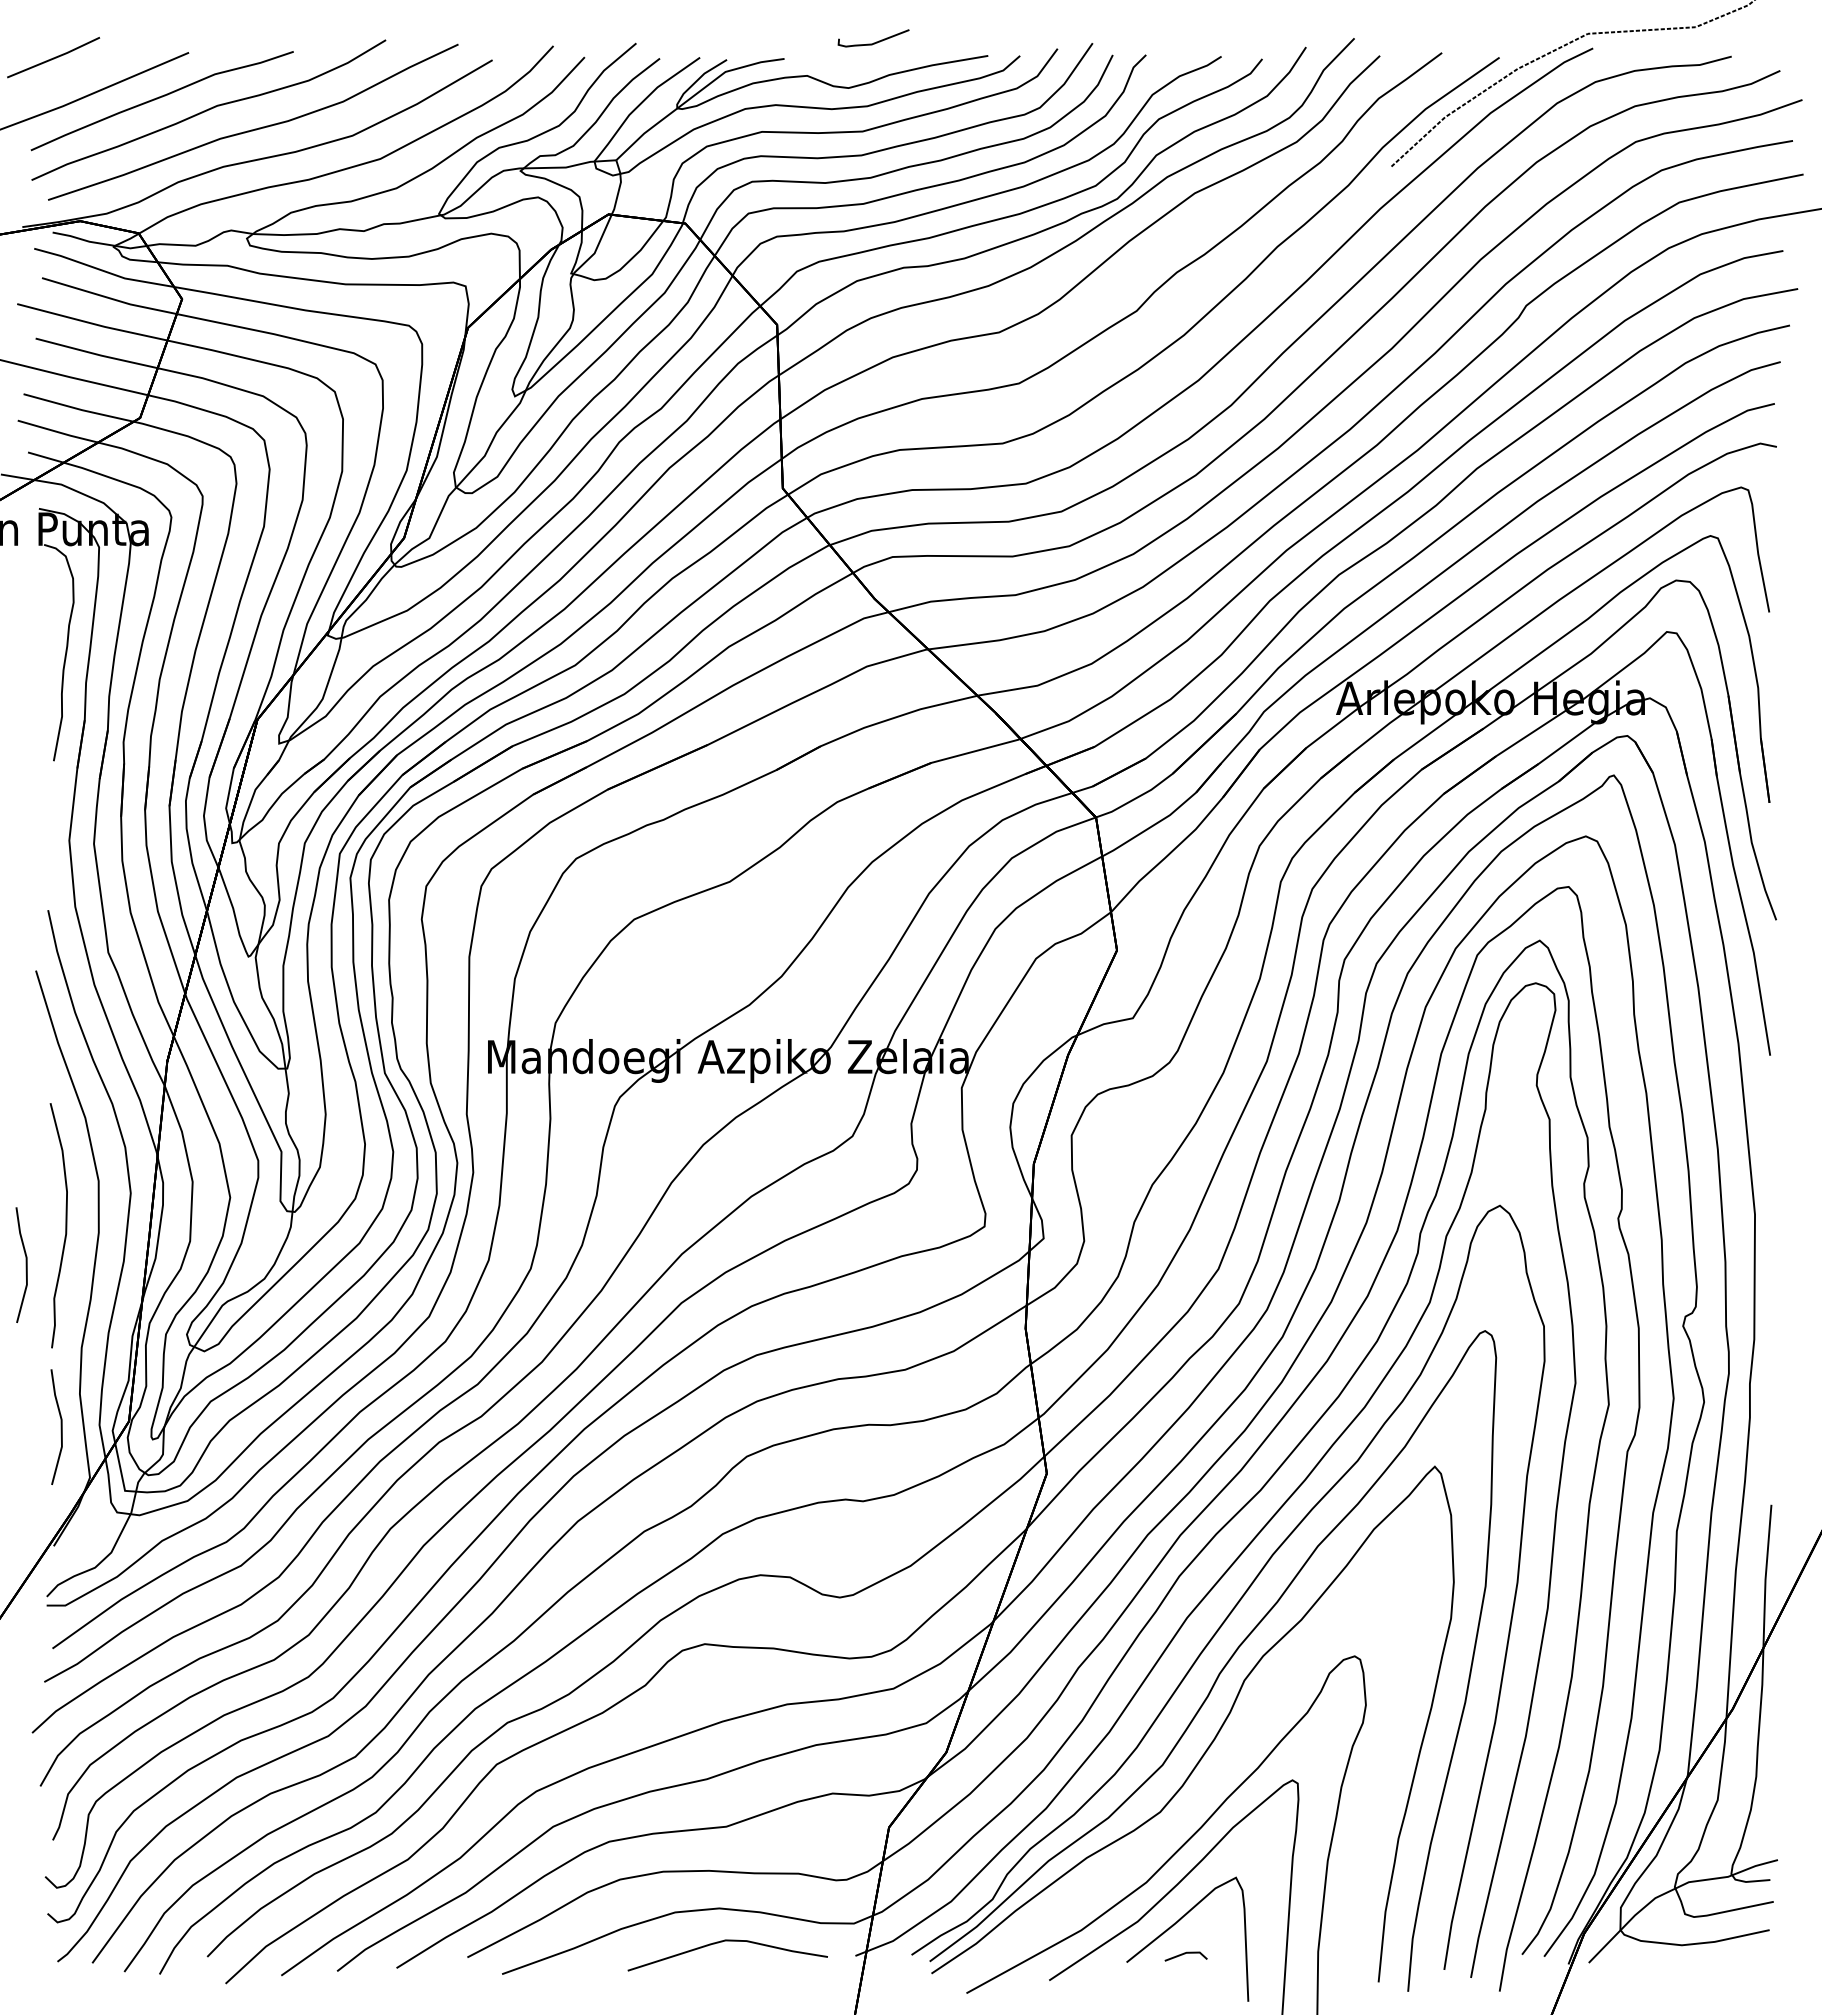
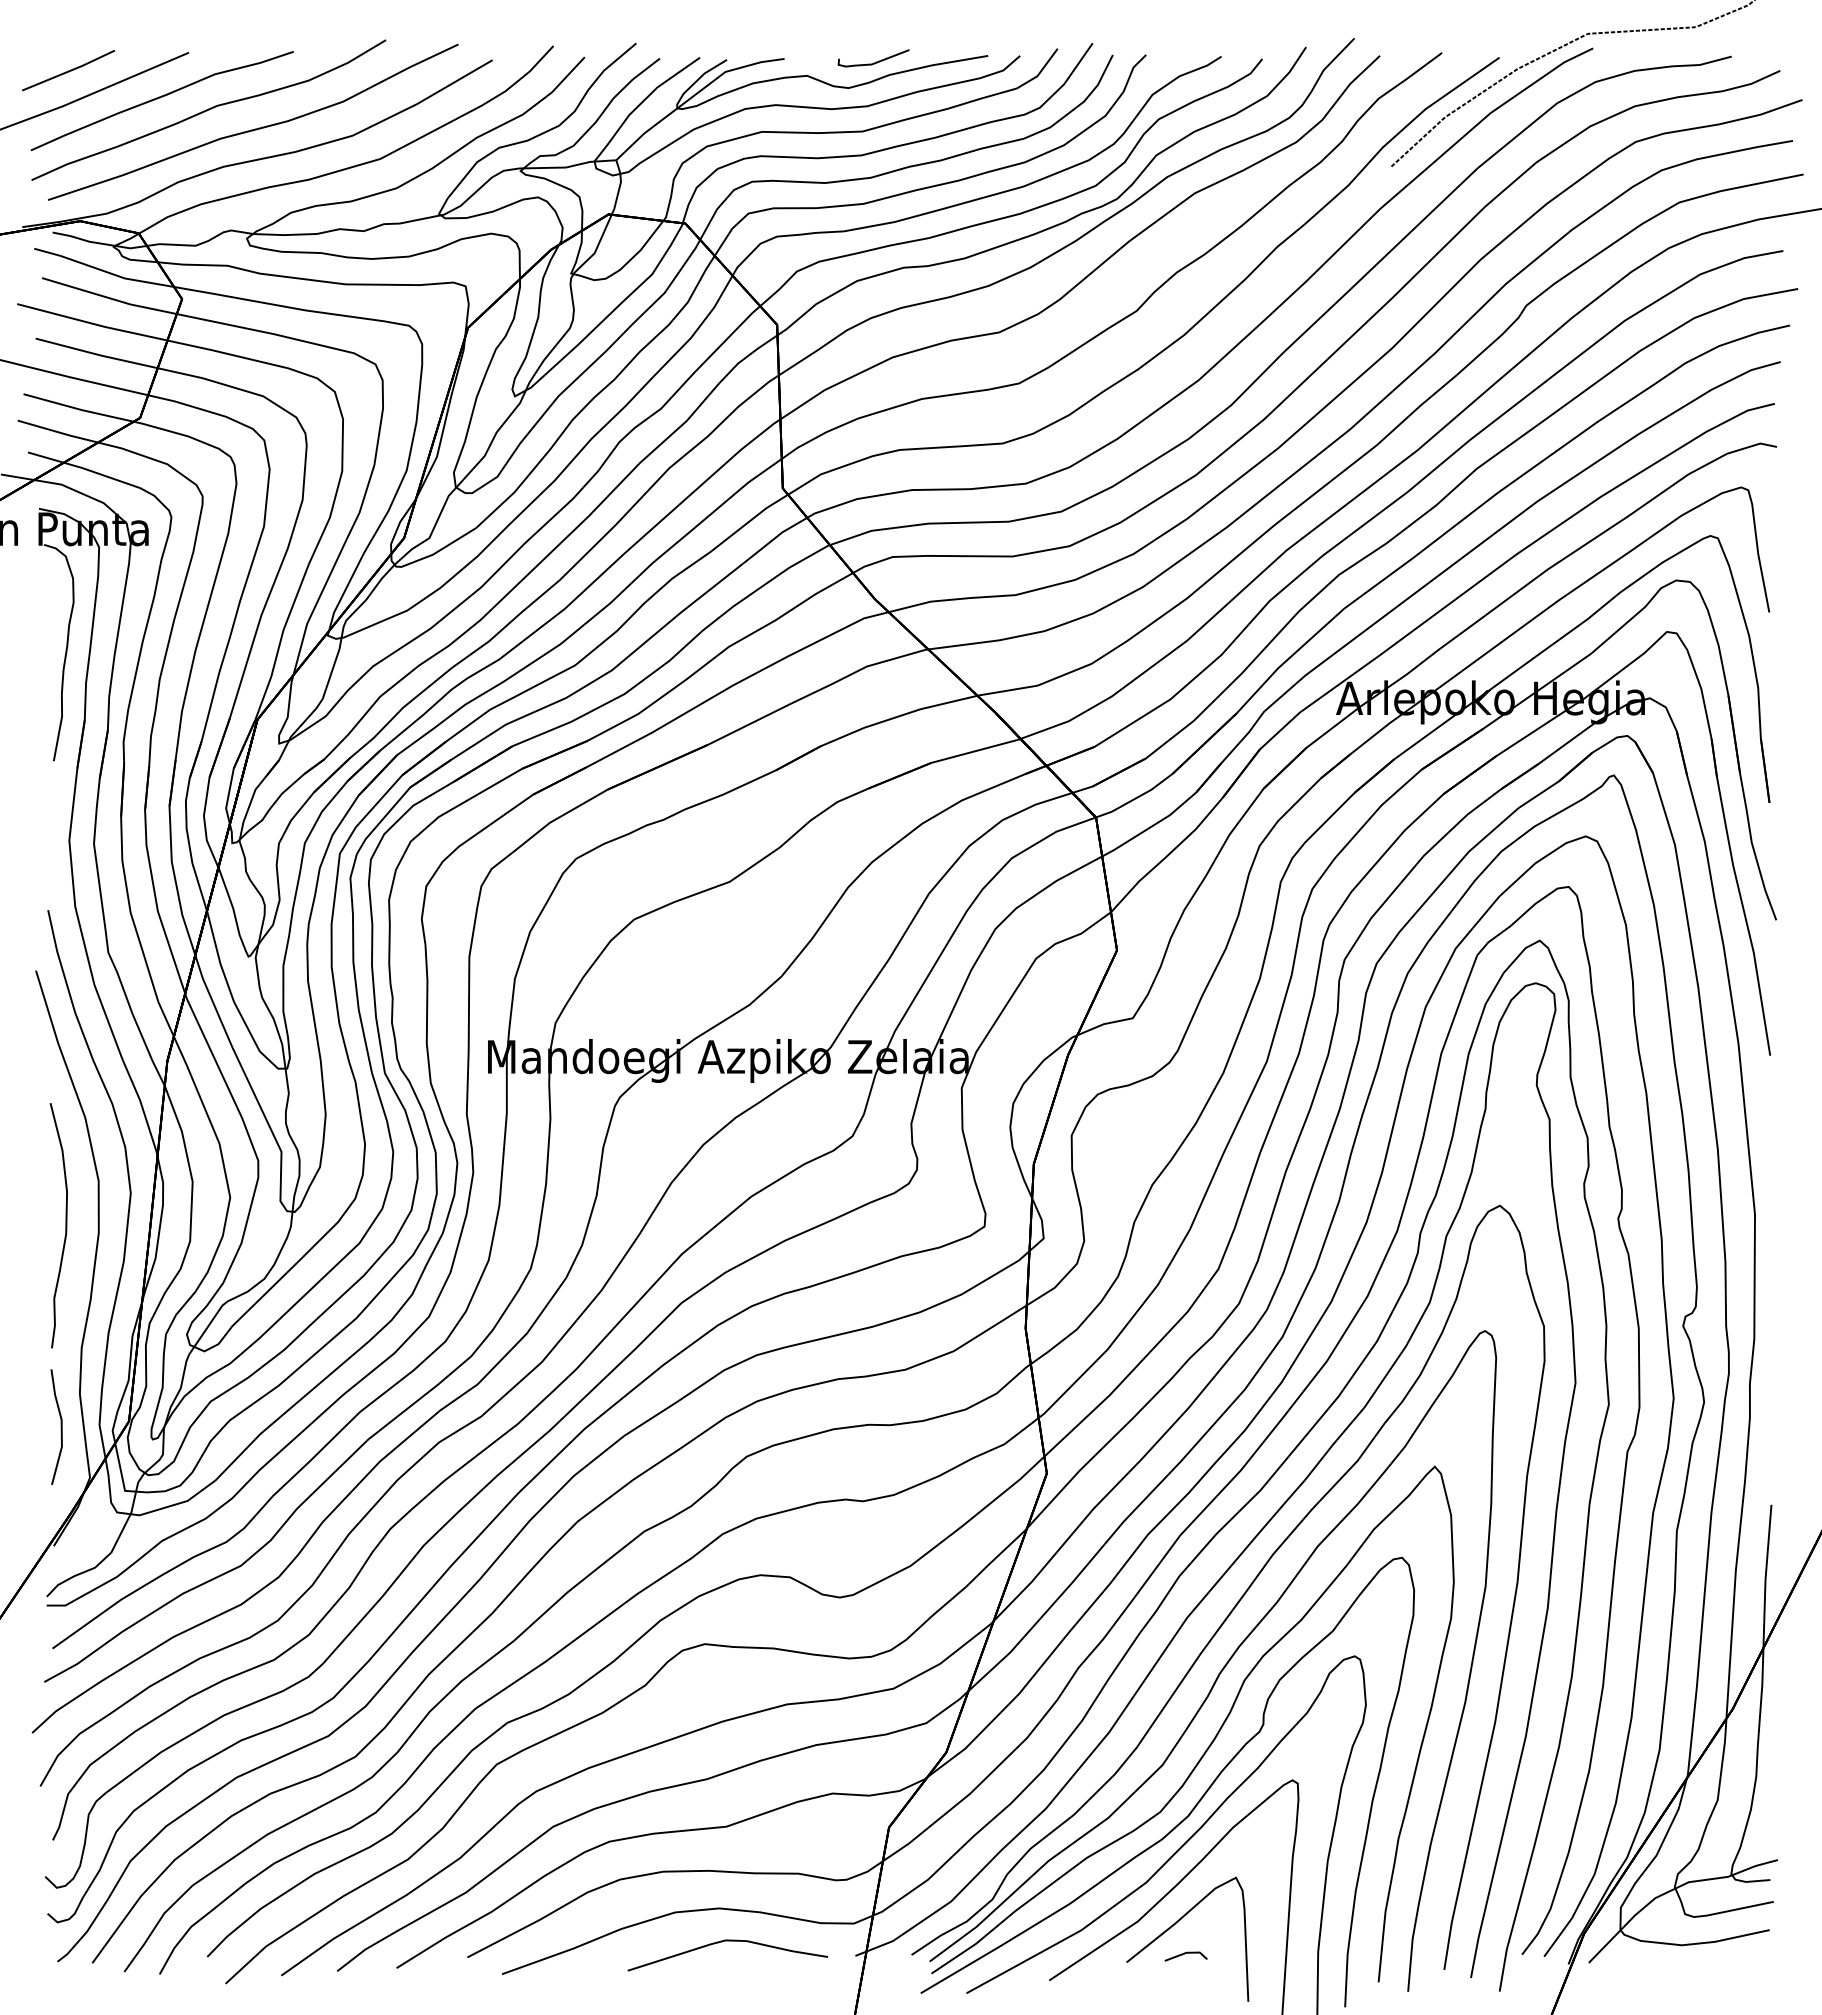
curve at (873, 42) position: (873, 42) -> (873, 62)
line at (53, 57) position: (53, 57) -> (68, 70)
line at (25, 1264): present -> none
part at (1195, 1804): none -> present
